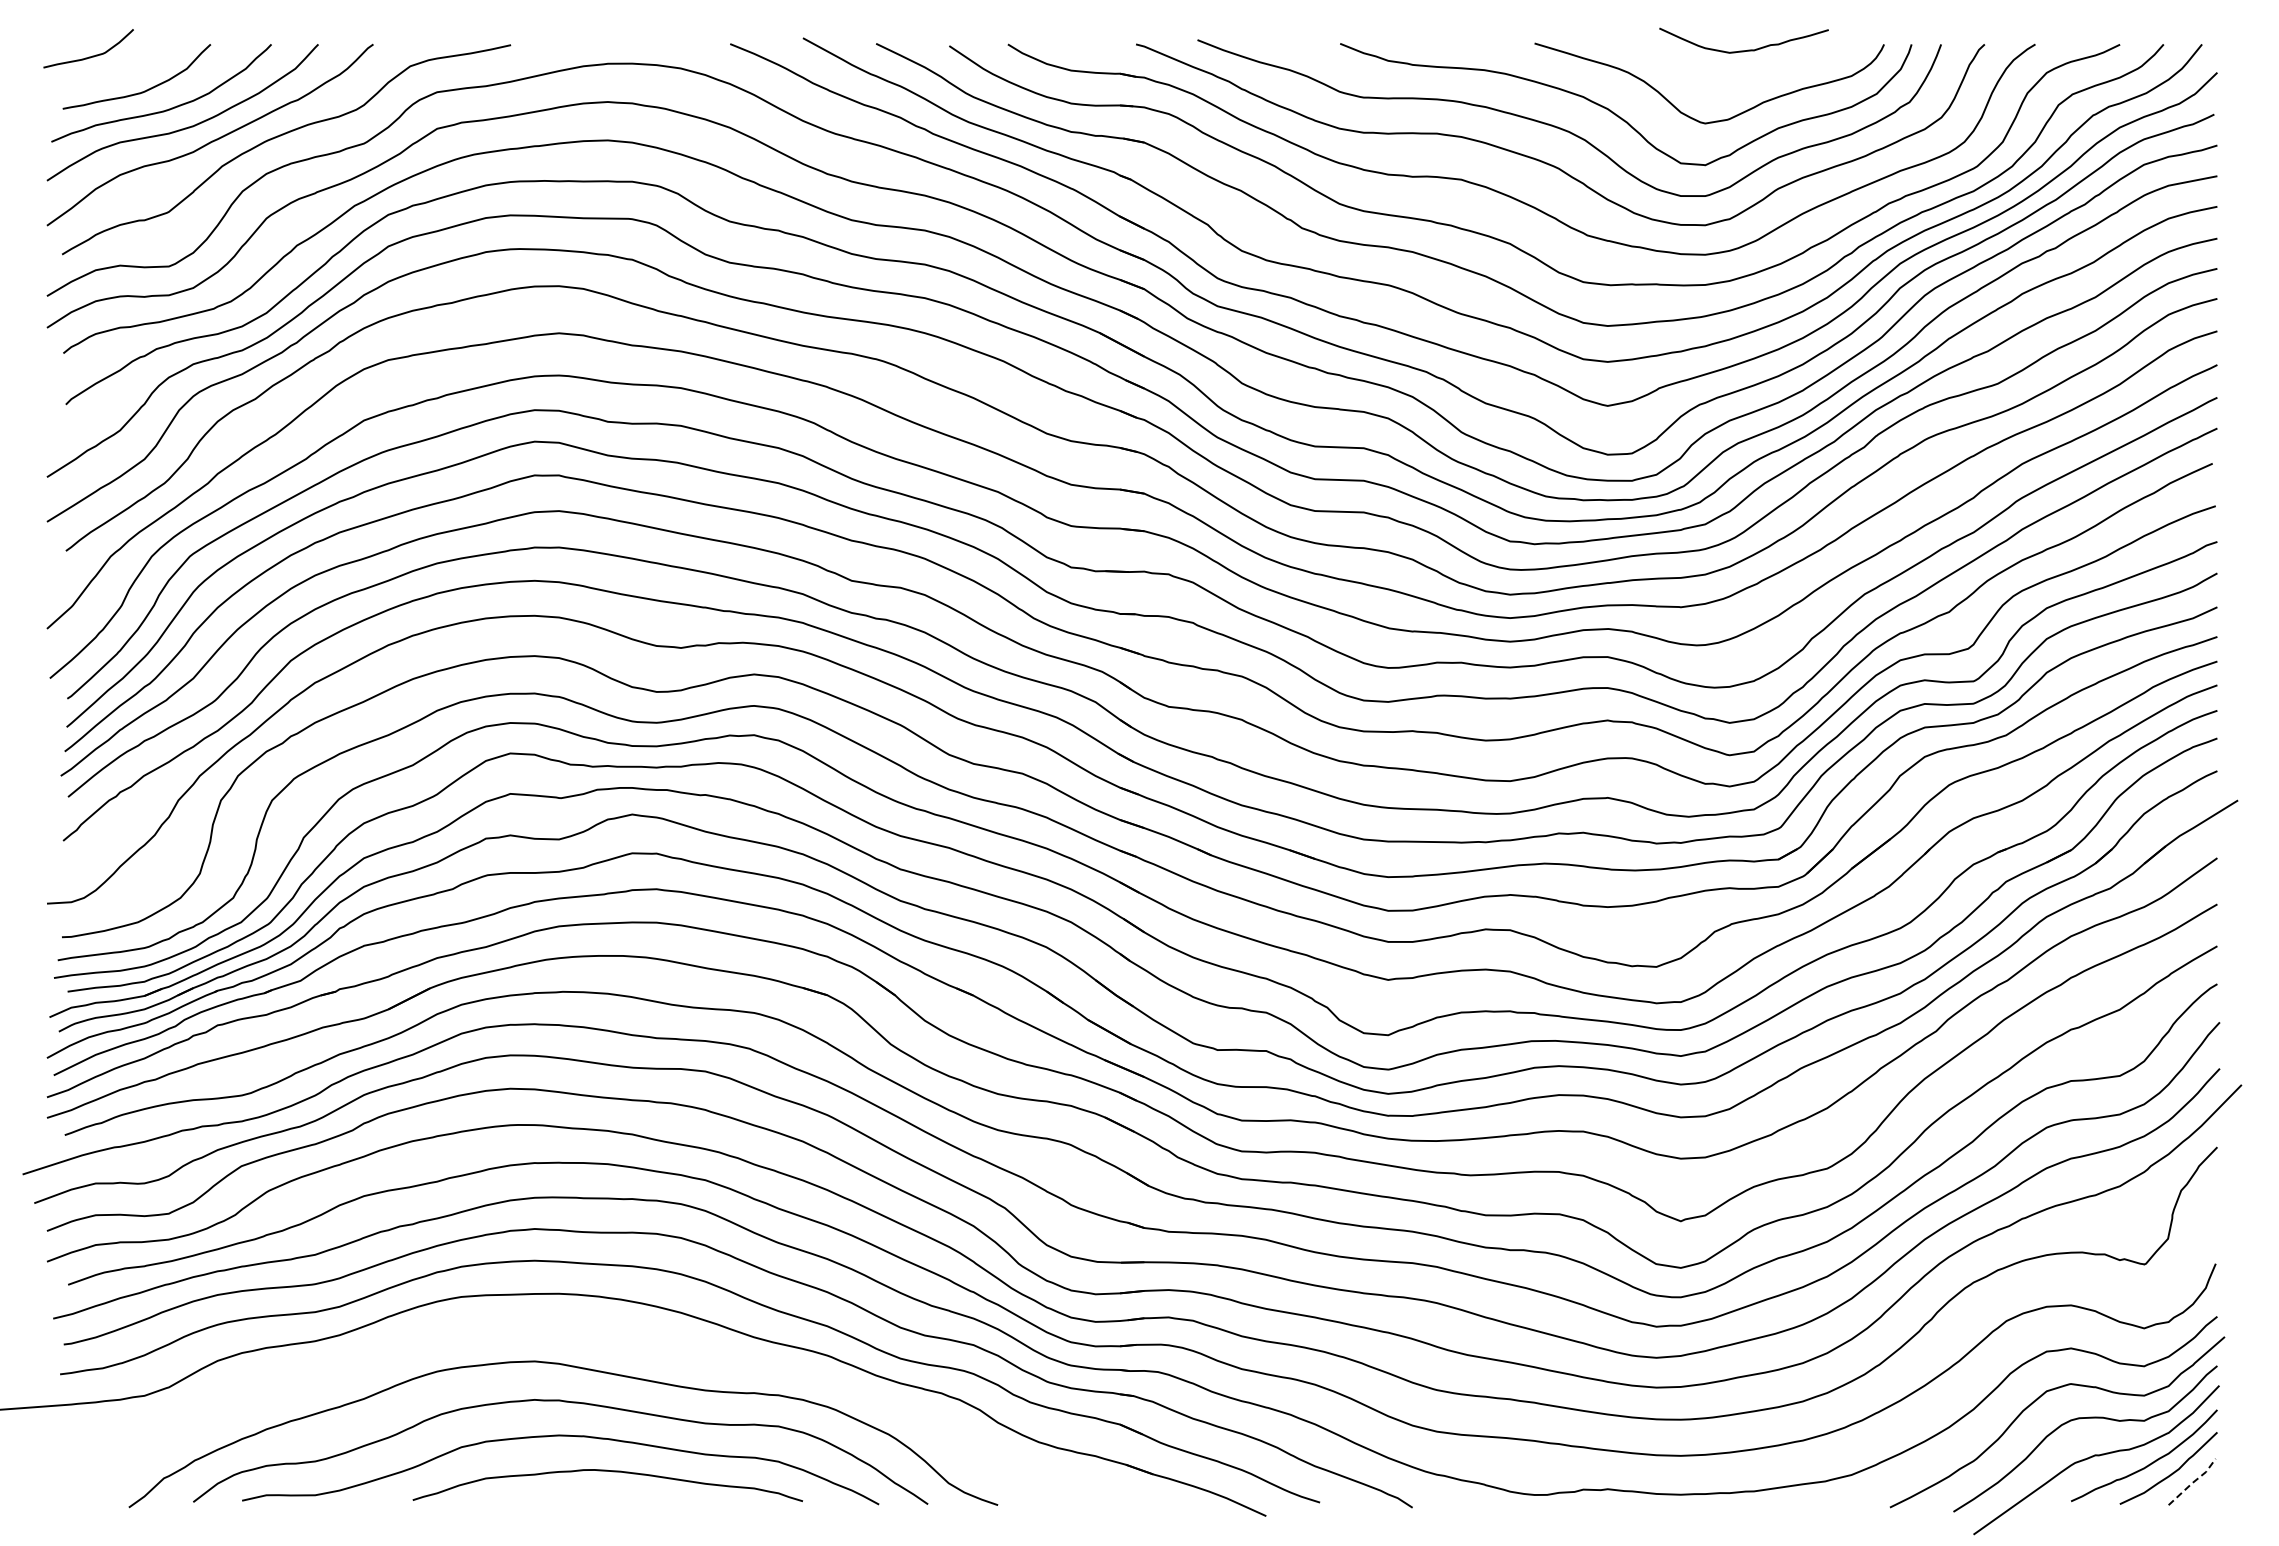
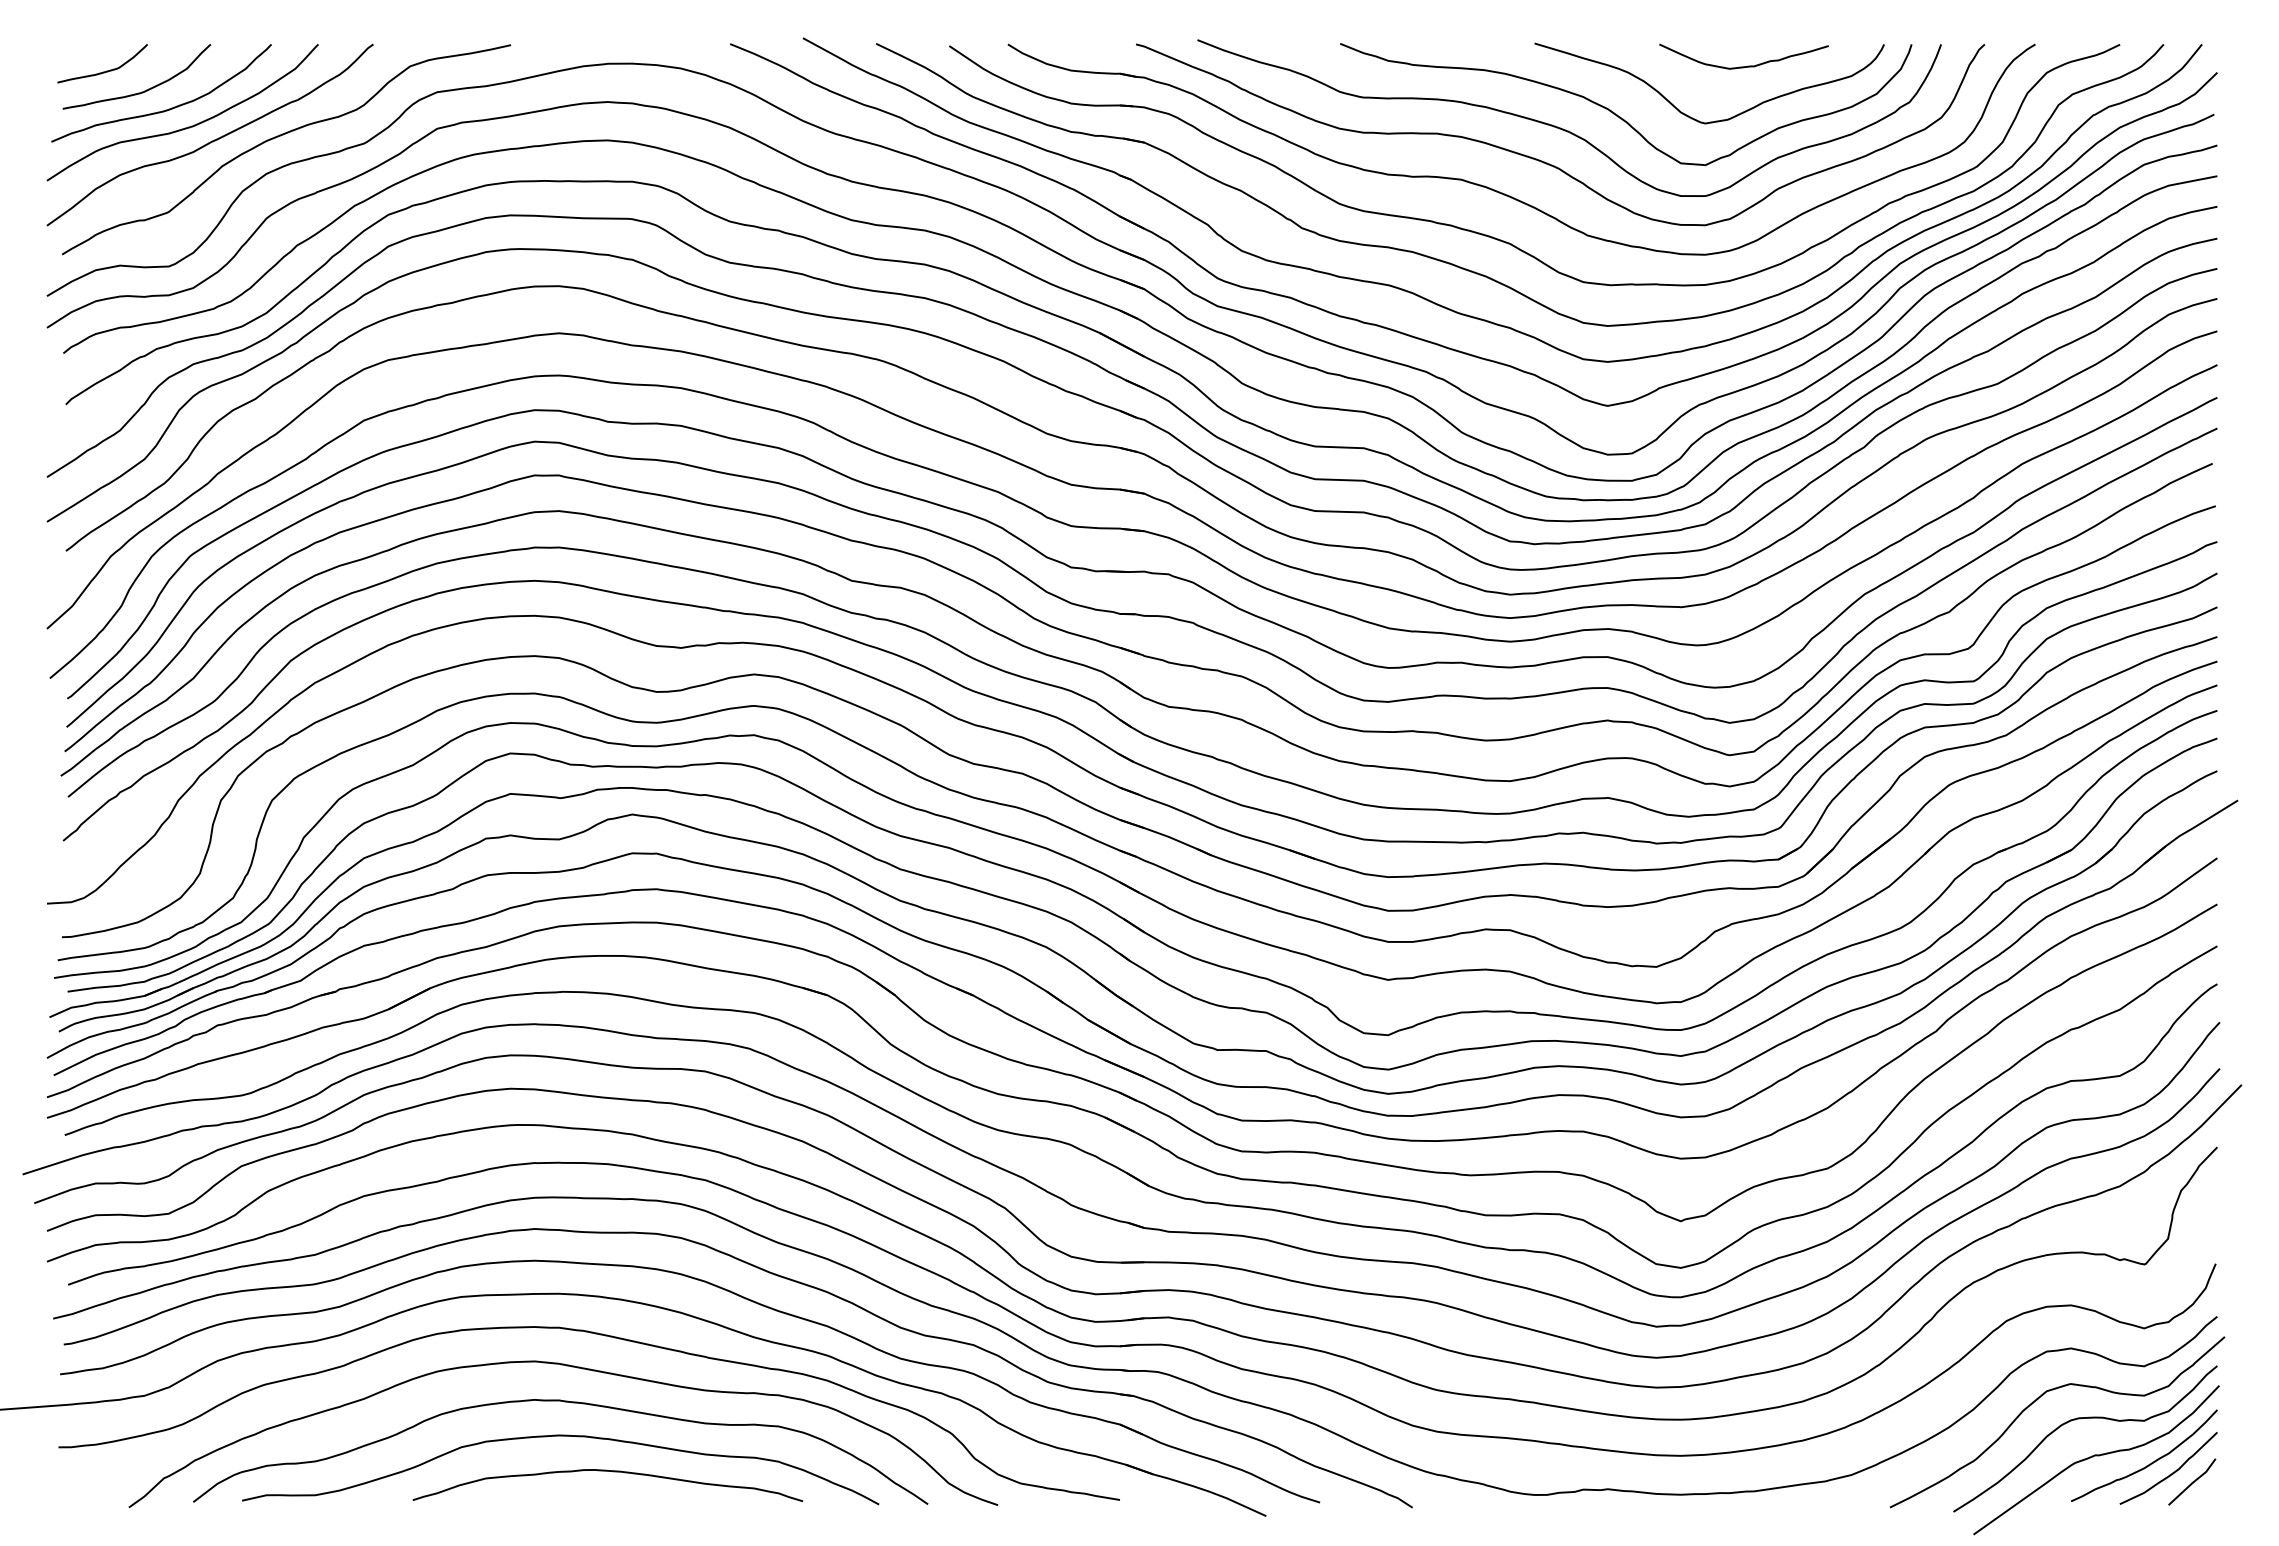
curve at (1747, 49) position: (1747, 49) -> (1747, 65)
curve at (92, 55) position: (92, 55) -> (106, 70)
curve at (609, 1337): none -> present
line at (2193, 1482): dashed -> solid
